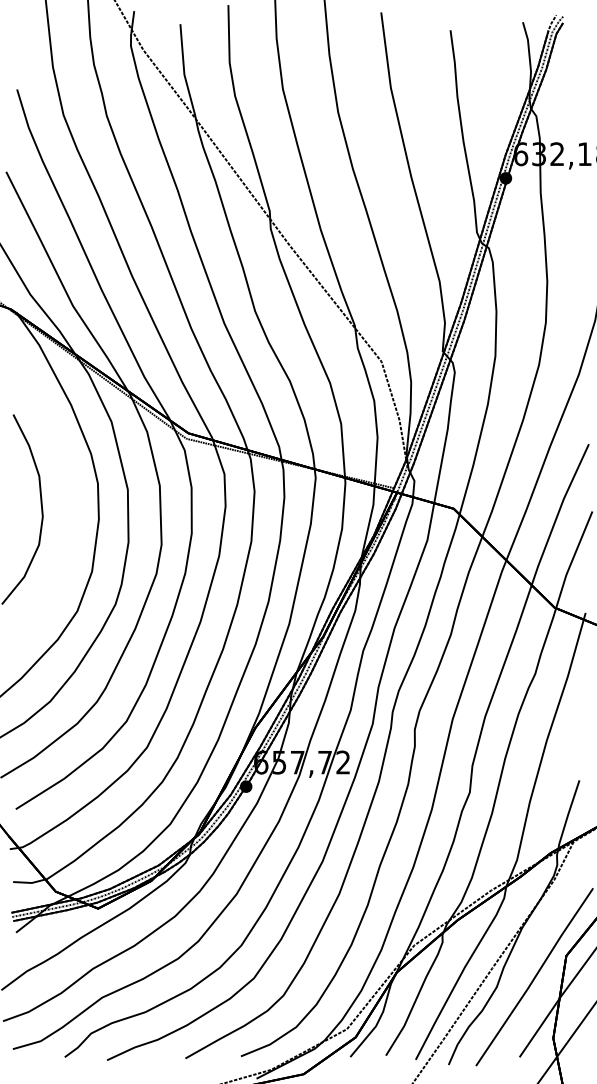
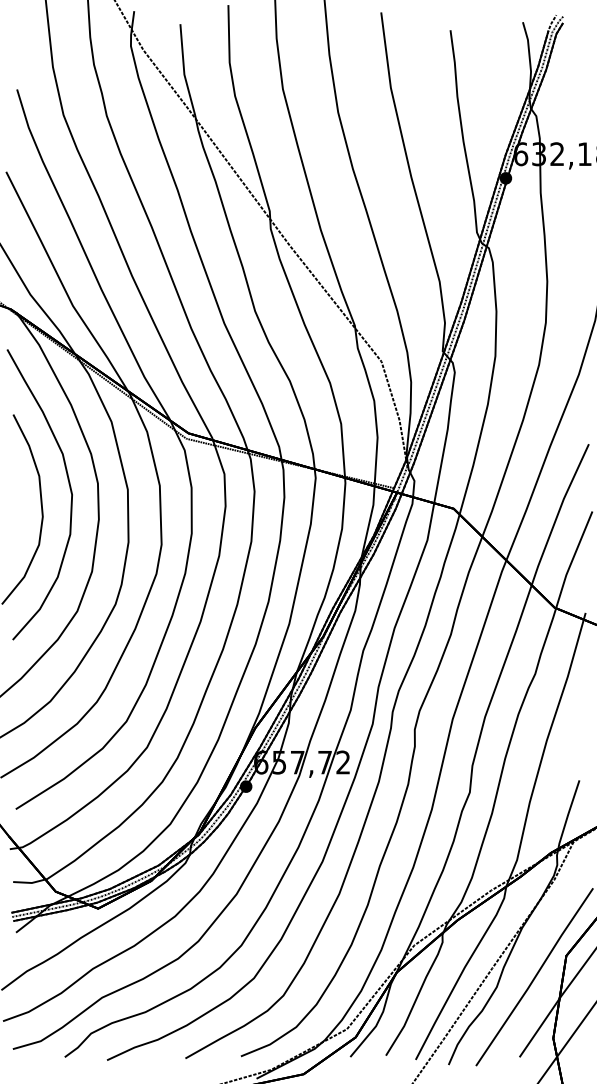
curve at (69, 488): none -> present
